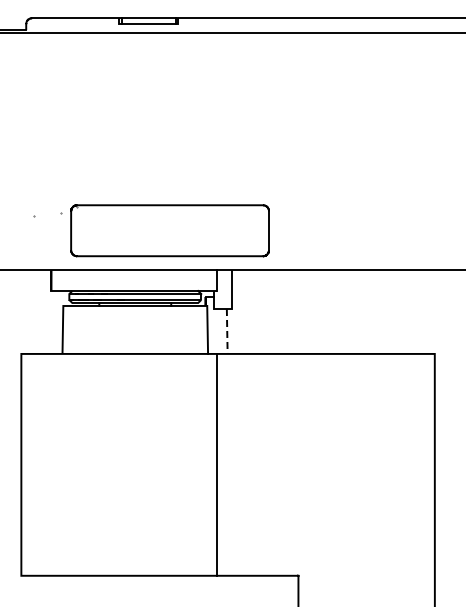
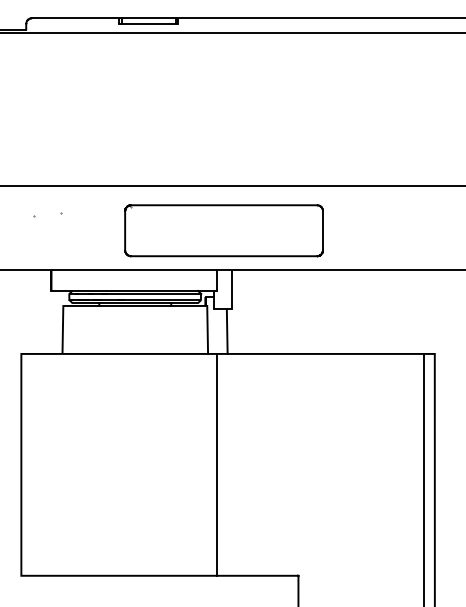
line at (232, 186): none -> present
part at (169, 230) position: (169, 230) -> (223, 230)
line at (227, 331): dashed -> solid
line at (424, 478): none -> present
